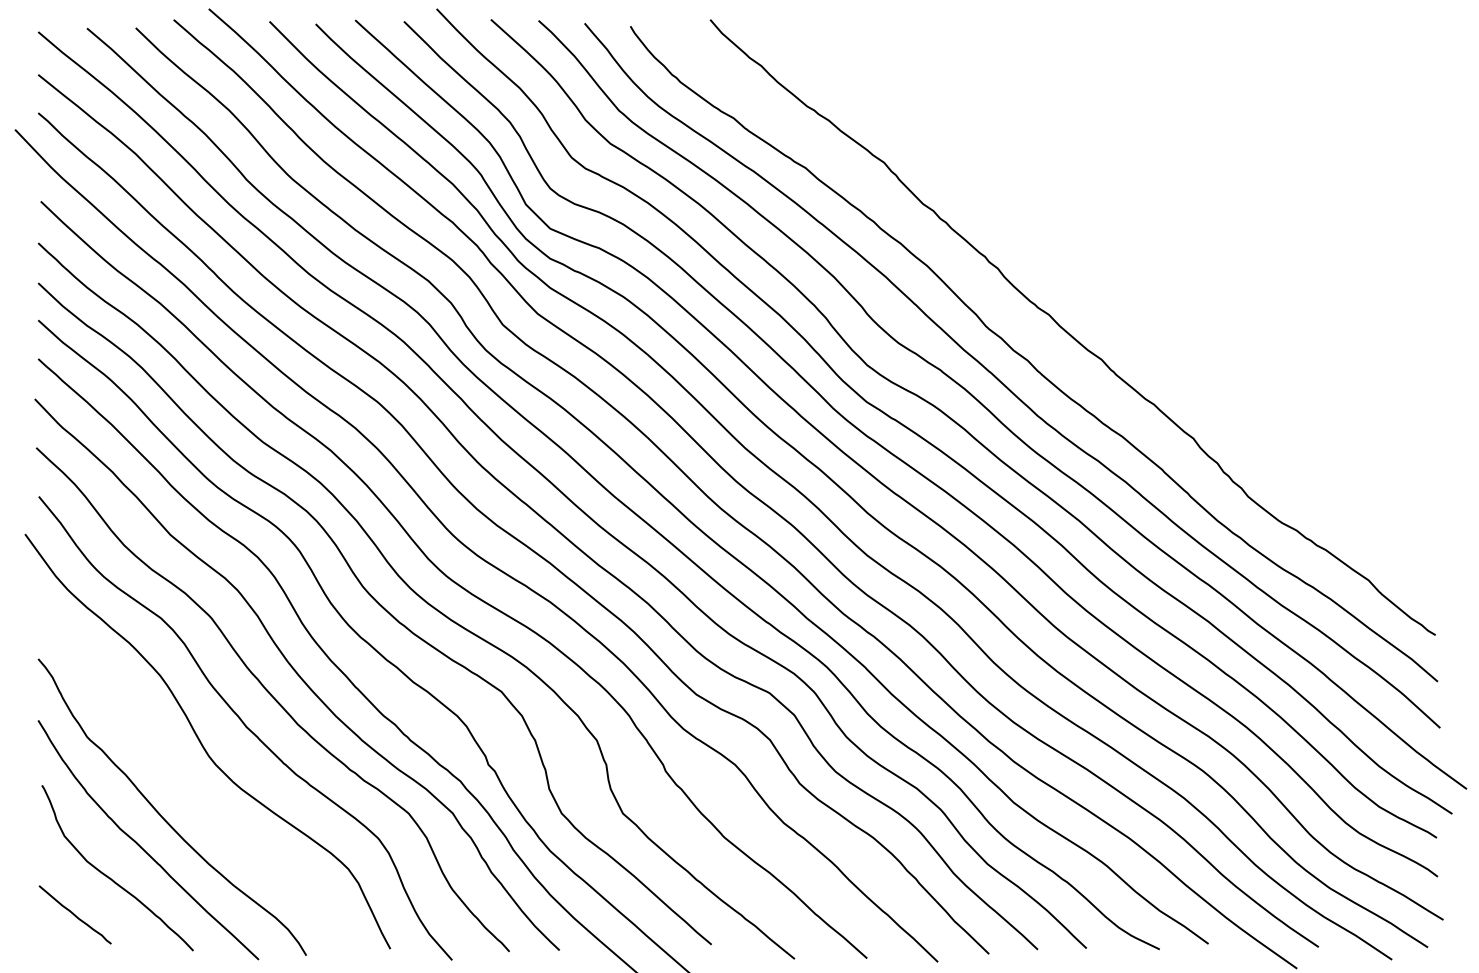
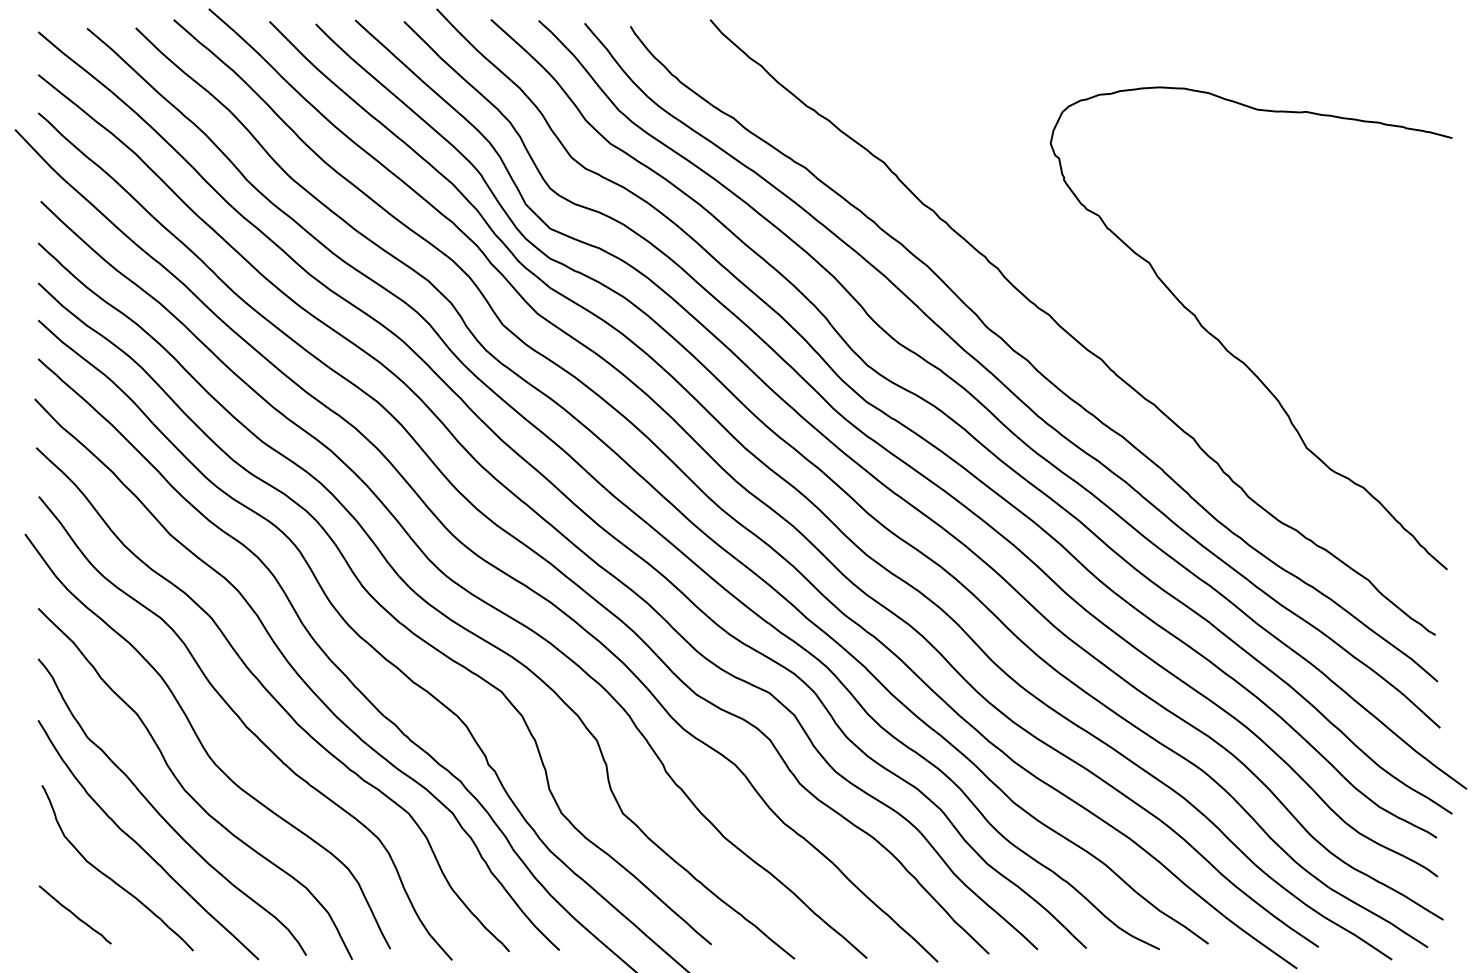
curve at (1232, 353): none -> present
curve at (187, 791): none -> present
